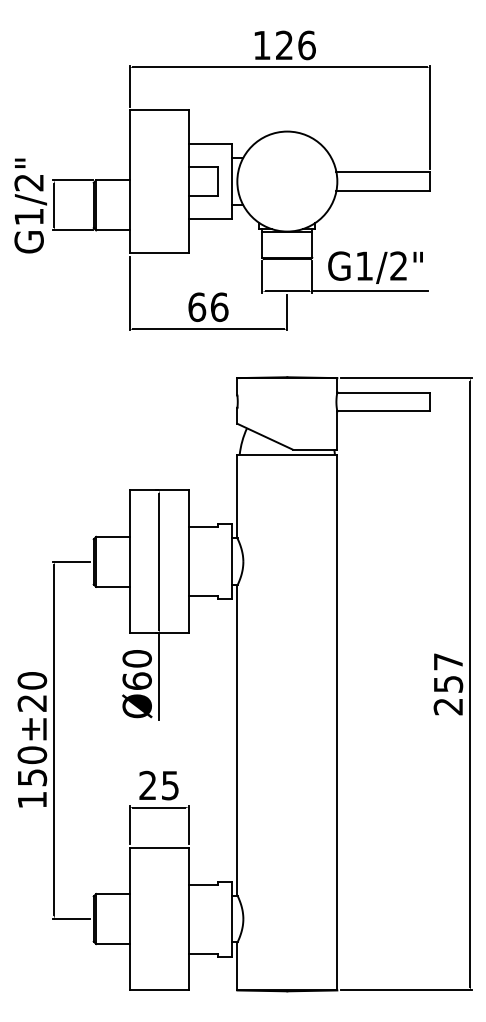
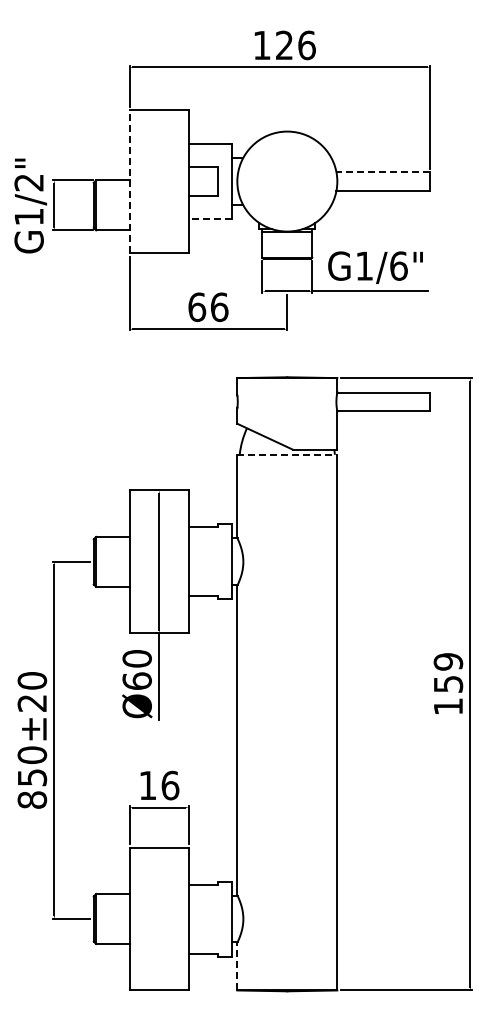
line at (383, 172): solid -> dashed
line at (129, 181): solid -> dashed
line at (209, 219): solid -> dashed
text at (398, 265): G1/2" -> G1/6"
line at (287, 454): solid -> dashed
text at (448, 684): 257 -> 159
text at (159, 785): 25 -> 16
text at (32, 799): 150±20 -> 850±20
line at (237, 966): solid -> dashed
